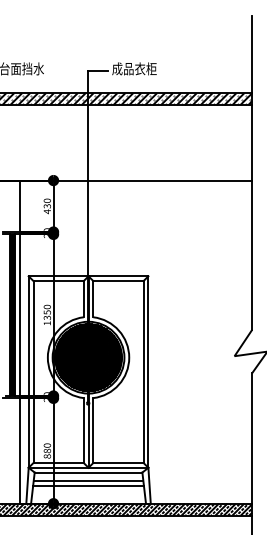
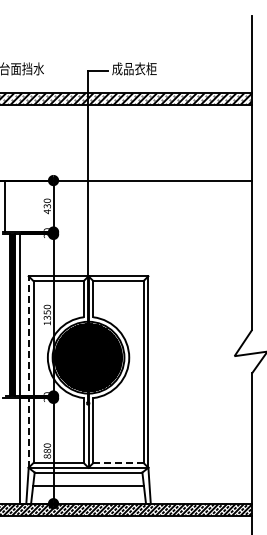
line at (19, 206) position: (19, 206) -> (4, 206)
line at (28, 372): solid -> dashed
line at (118, 463): solid -> dashed
line at (88, 480): present -> none
